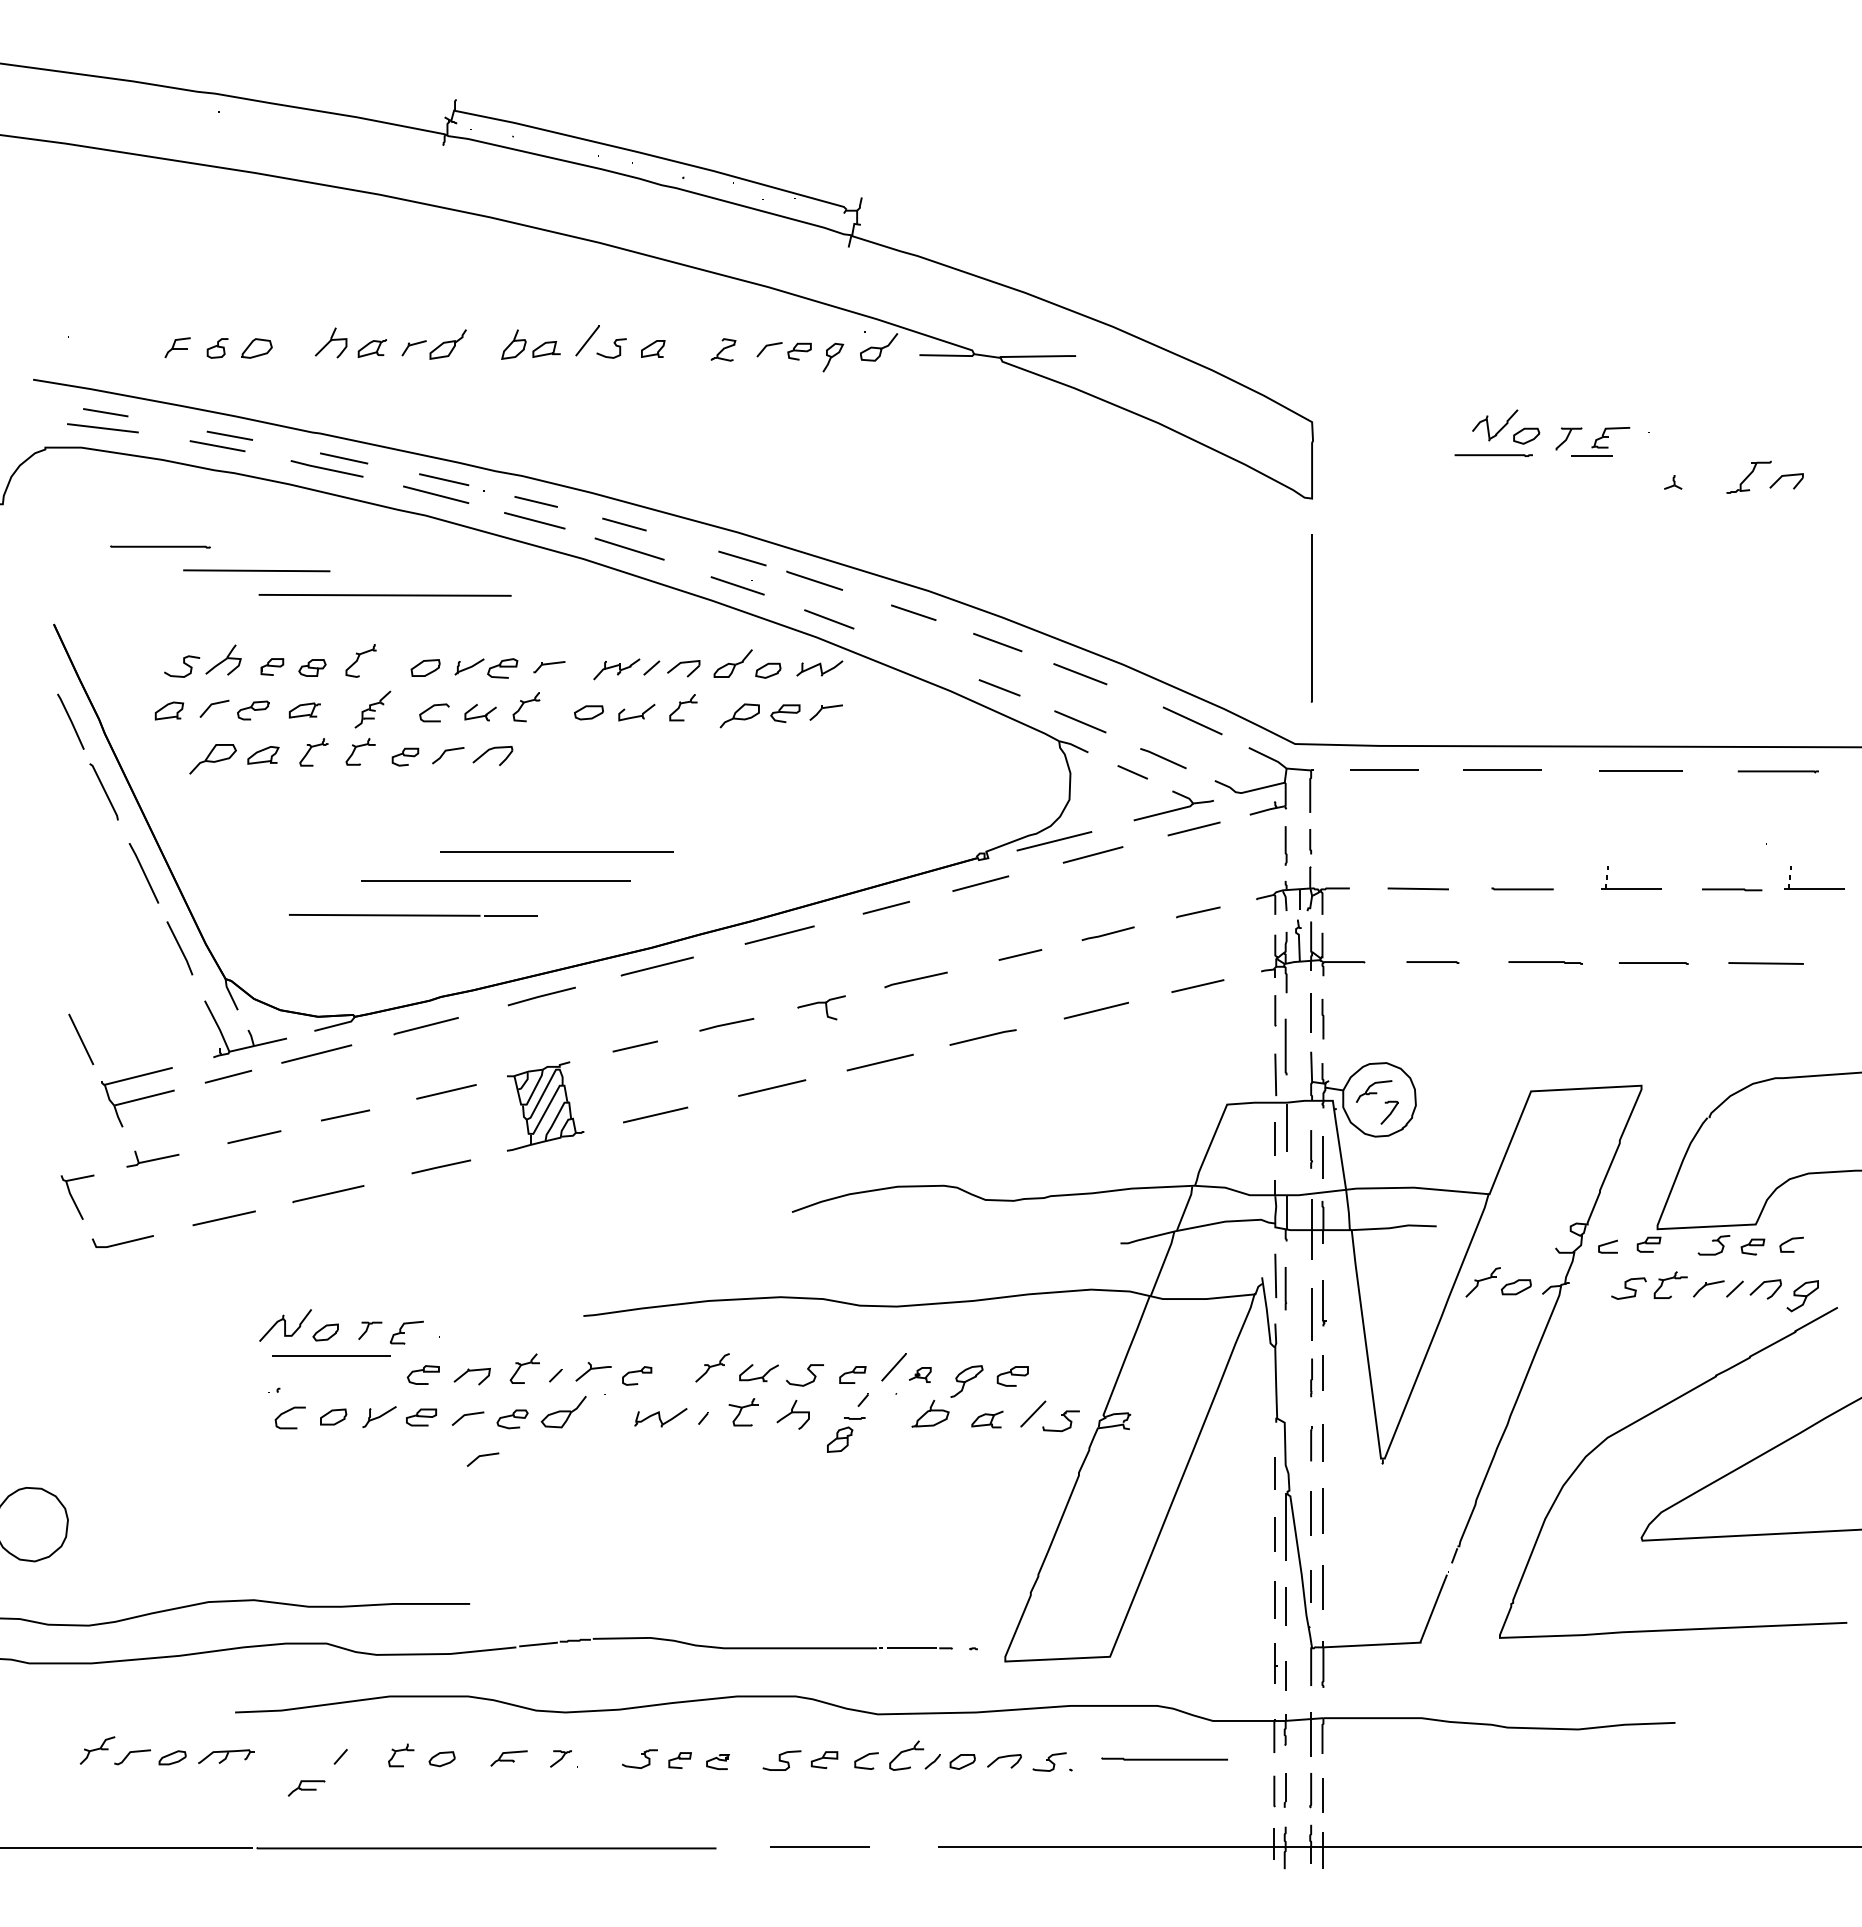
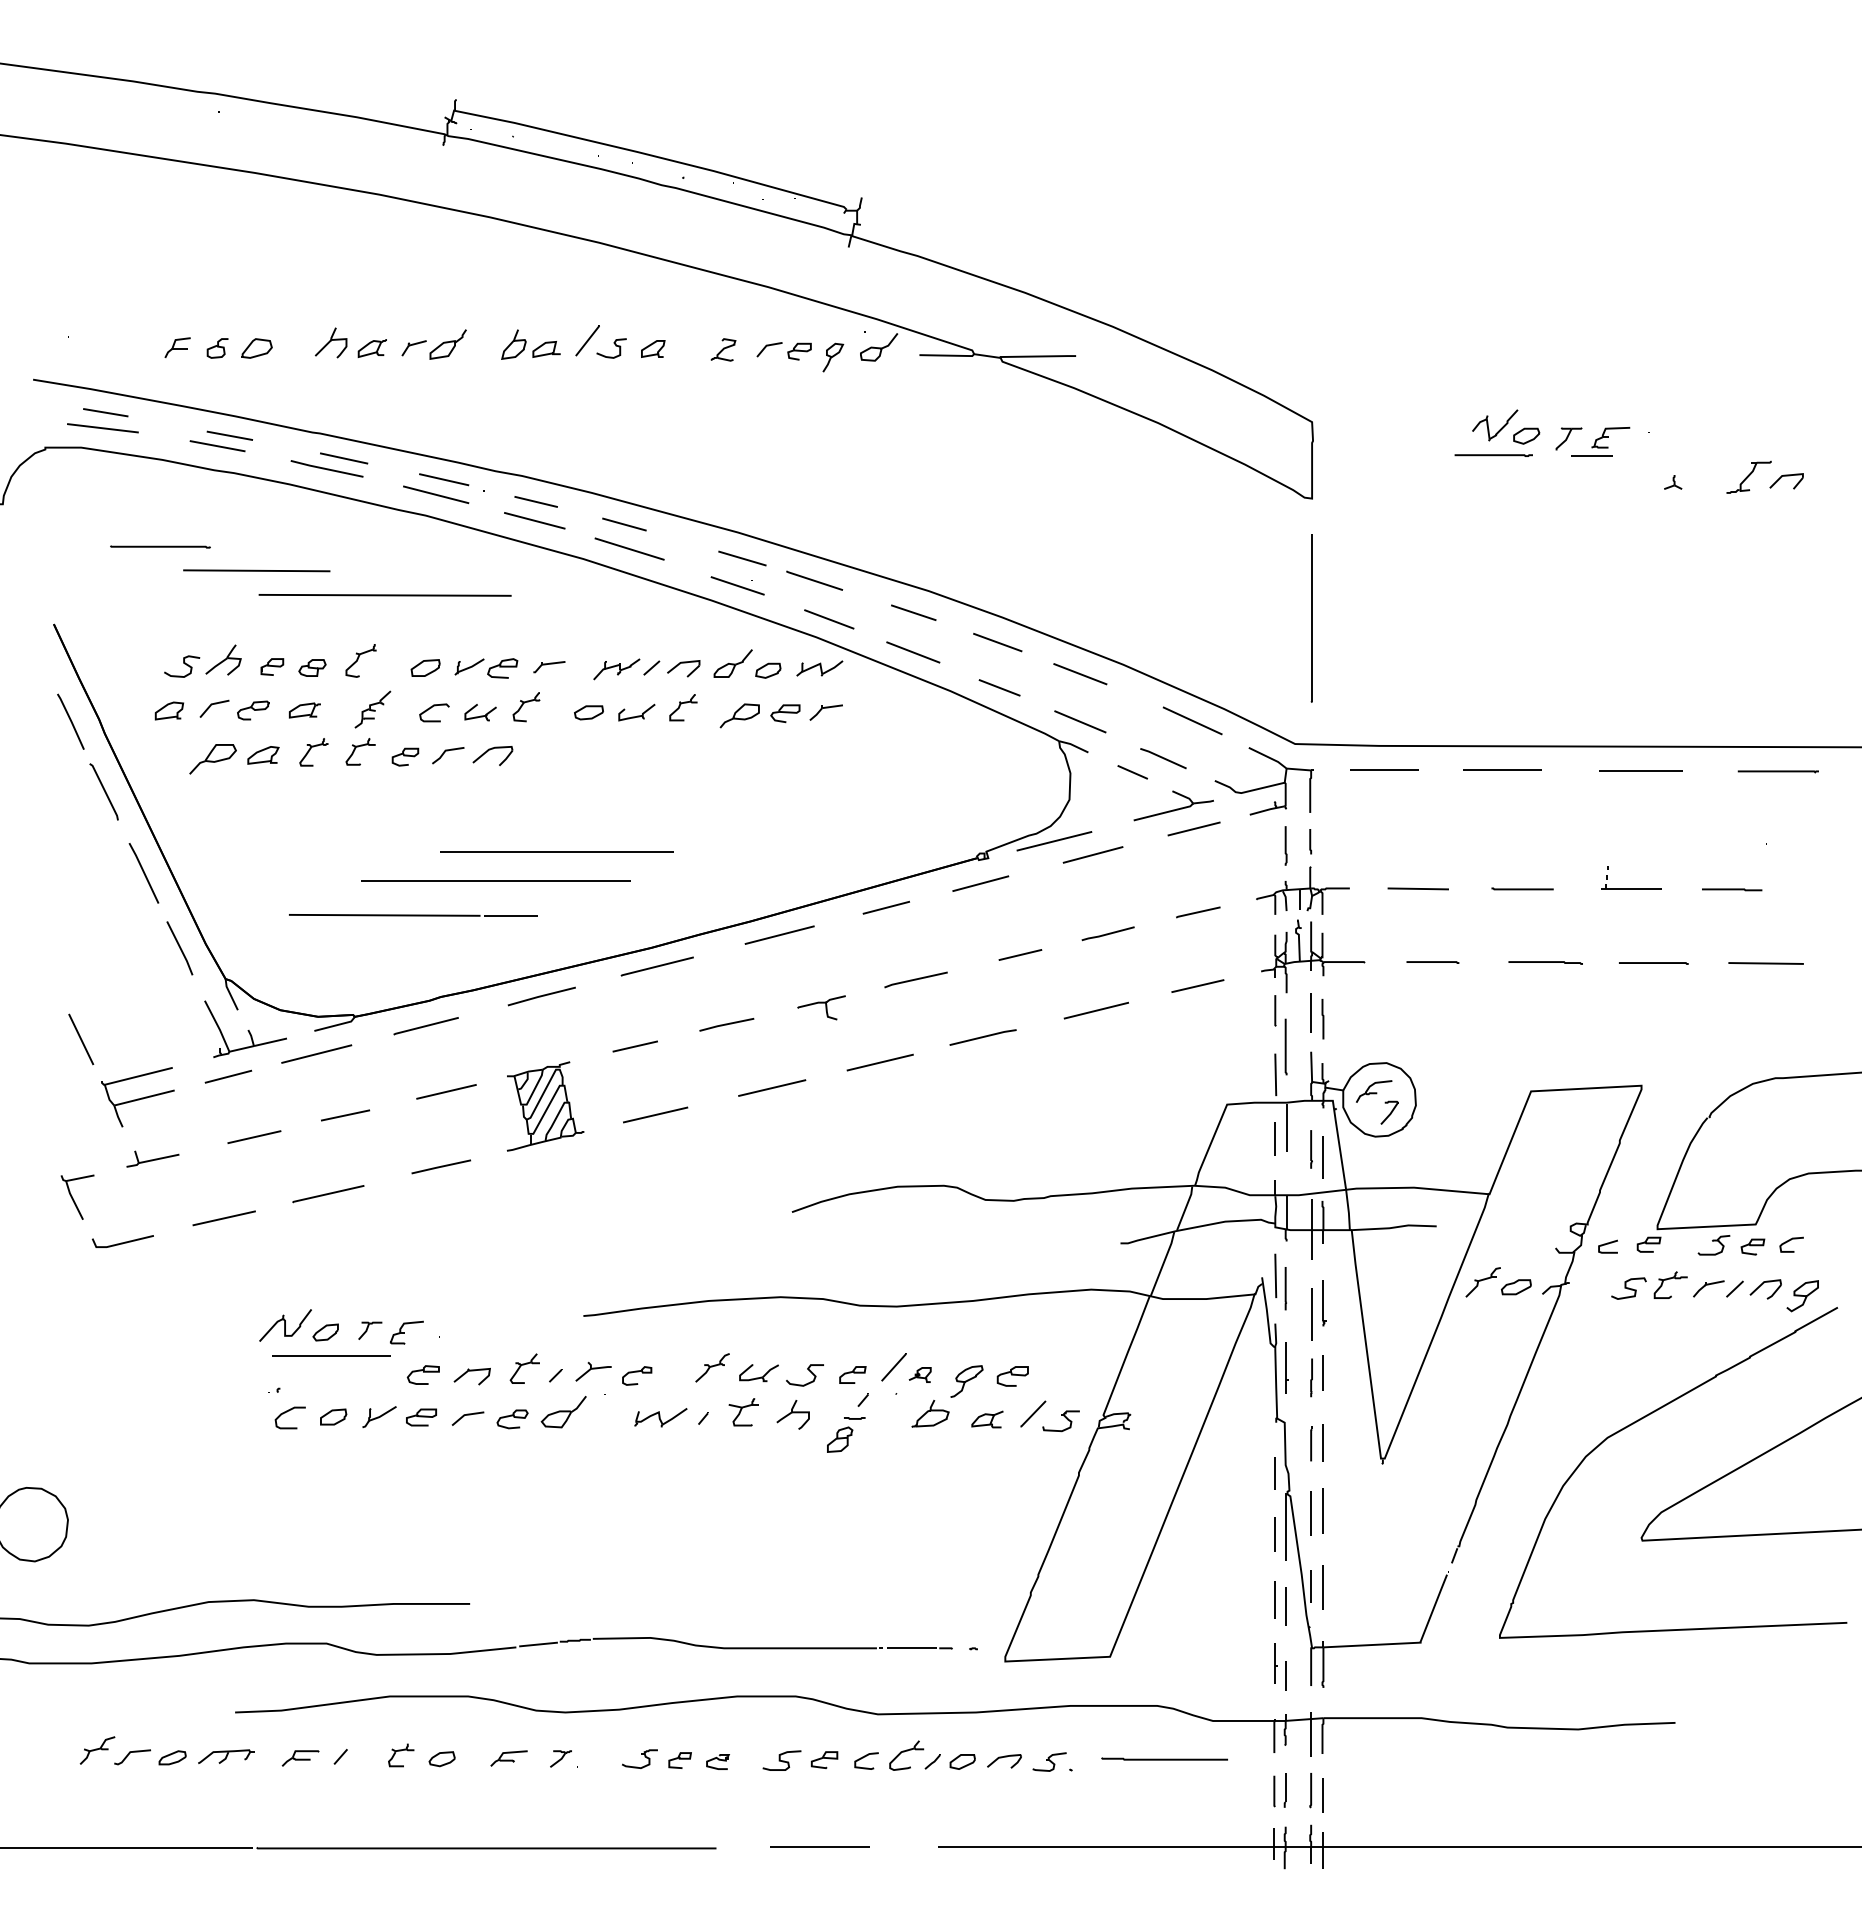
line at (913, 652): none -> present
part at (1814, 888): present -> none
part at (1286, 1367): none -> present
line at (482, 1456): present -> none
part at (306, 1788) position: (306, 1788) -> (300, 1758)
